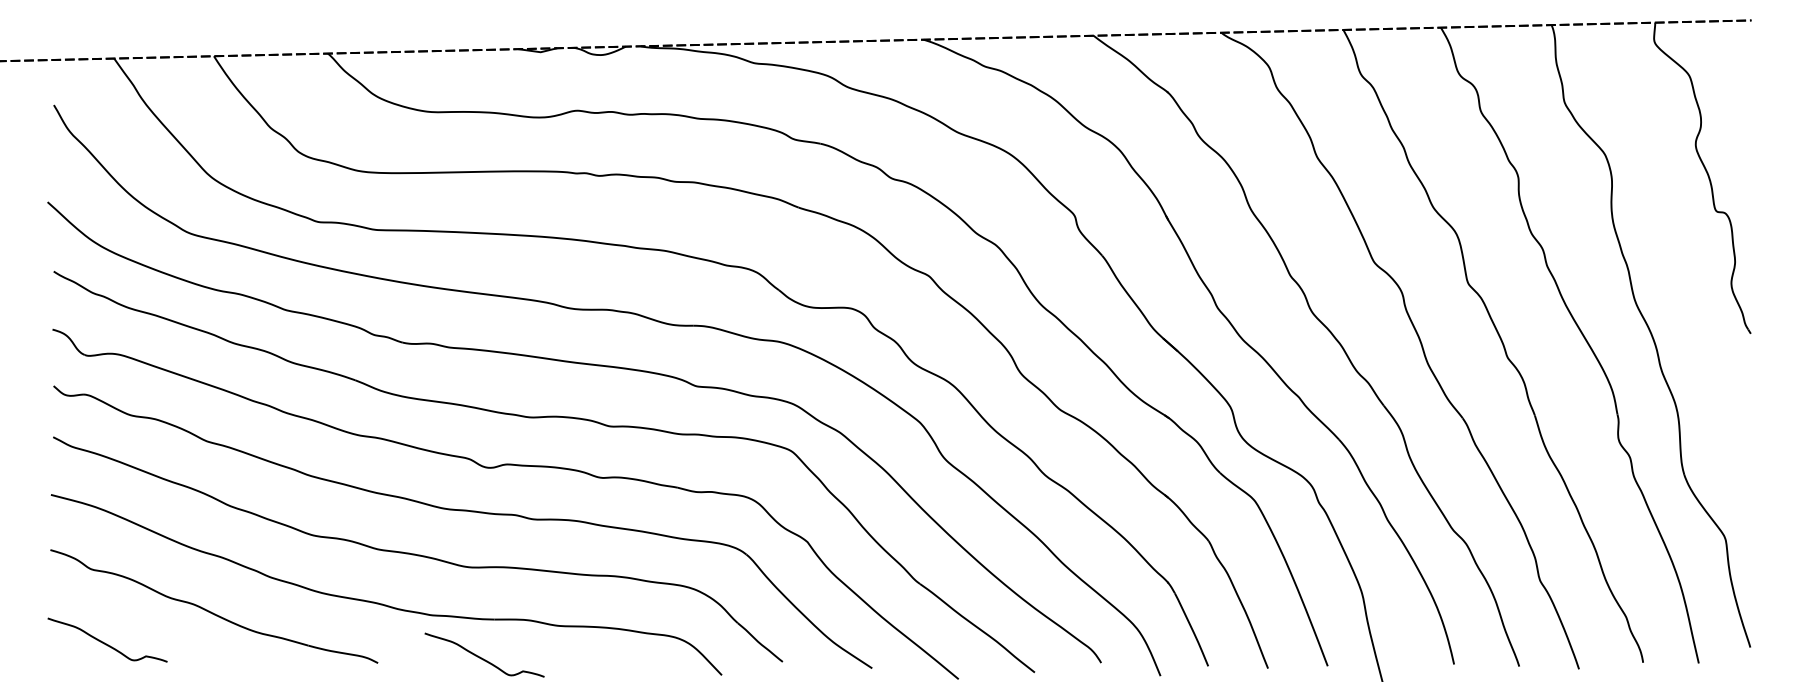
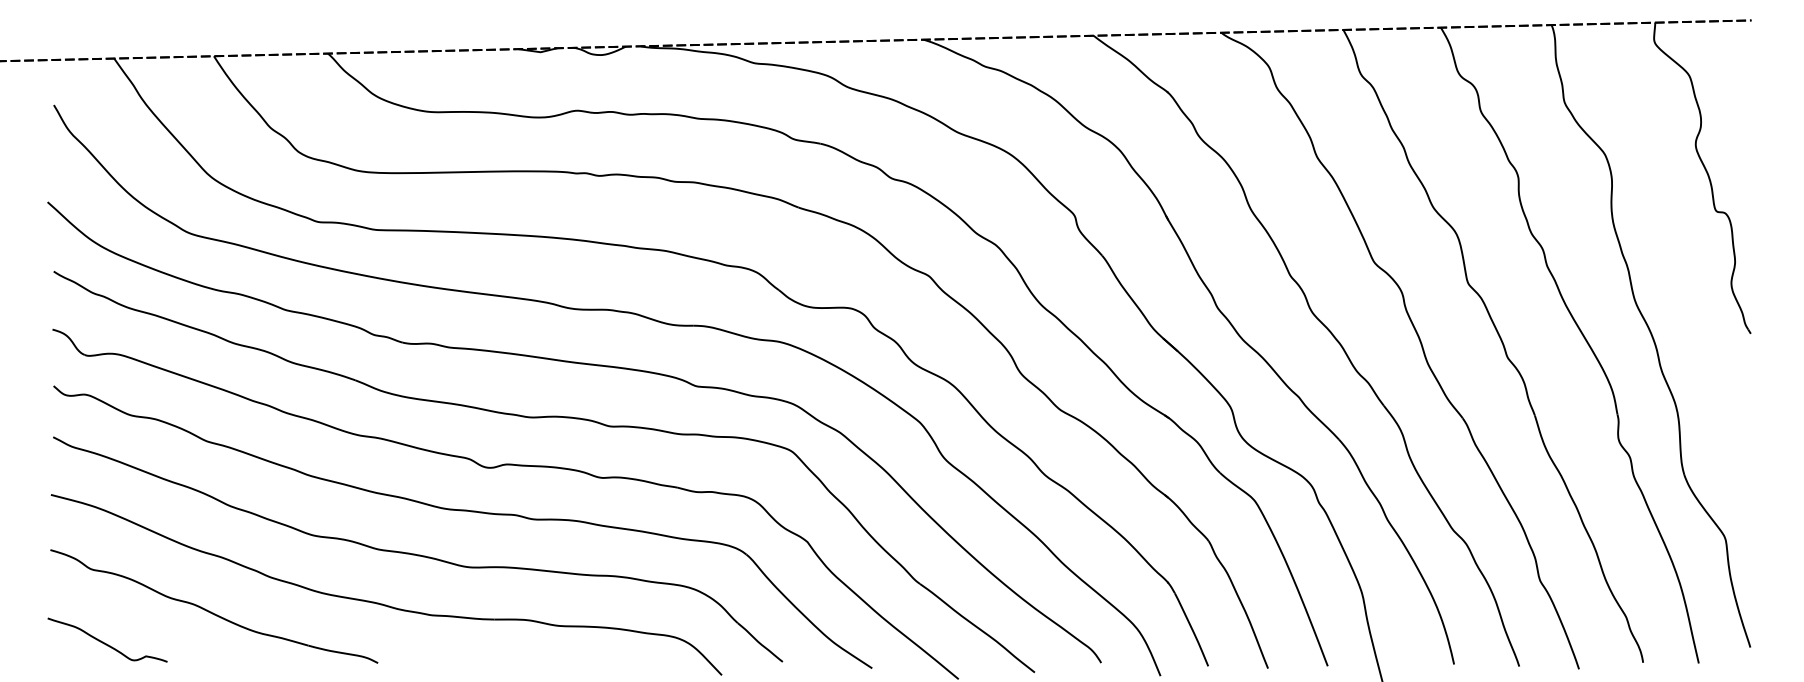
curve at (483, 658): present -> none
